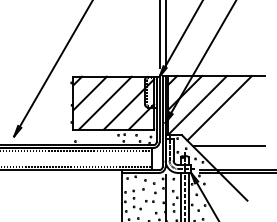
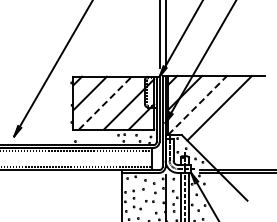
line at (105, 102): solid -> dashed
line at (197, 105): solid -> dashed
line at (229, 146): present -> none
